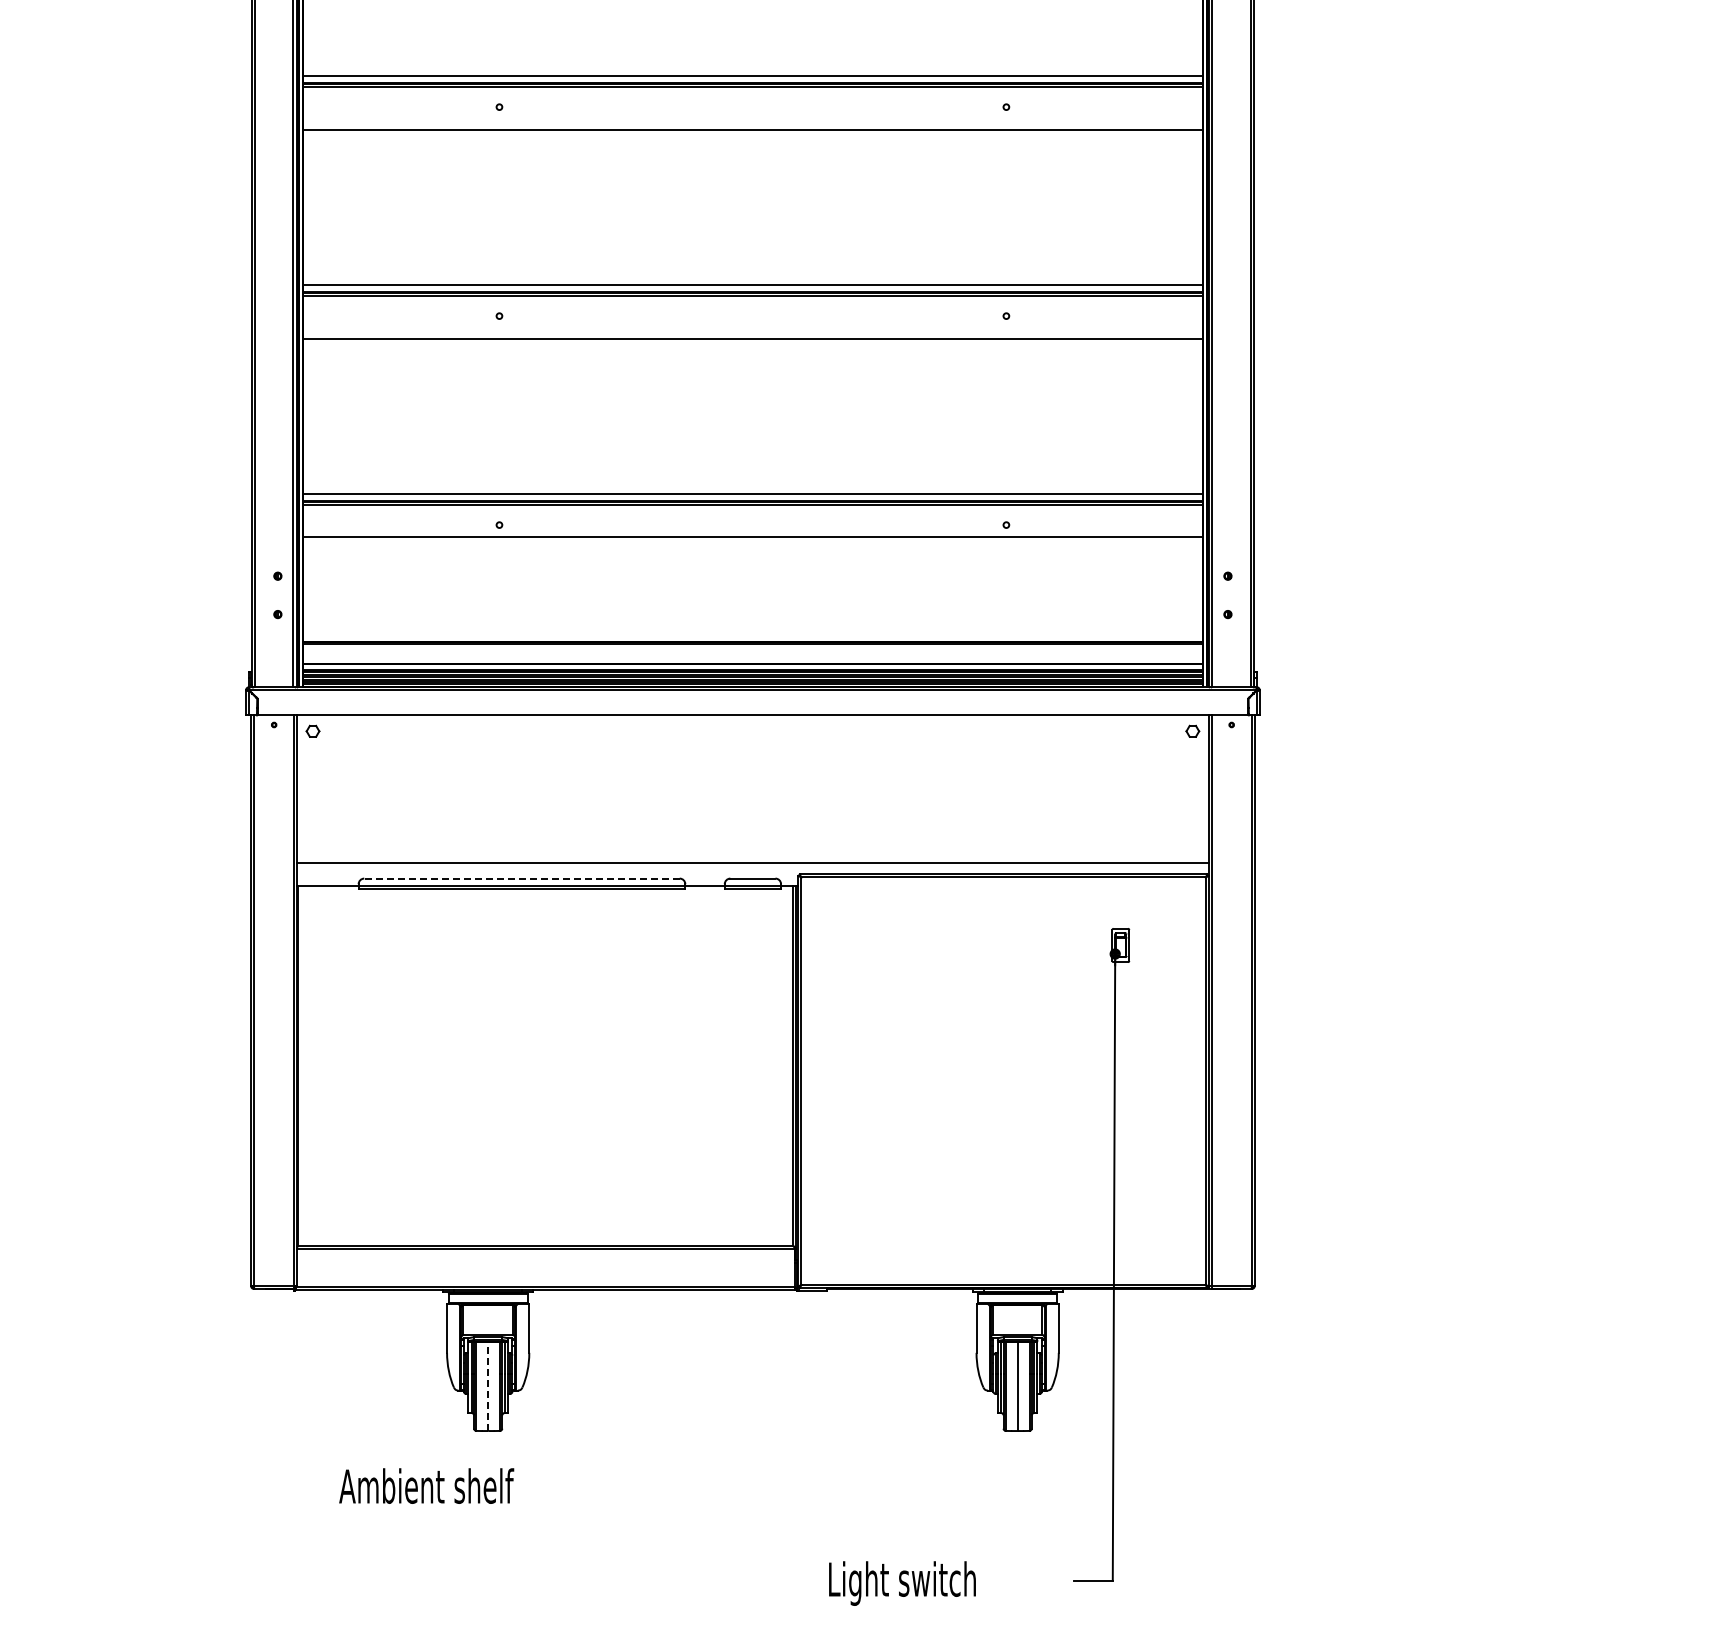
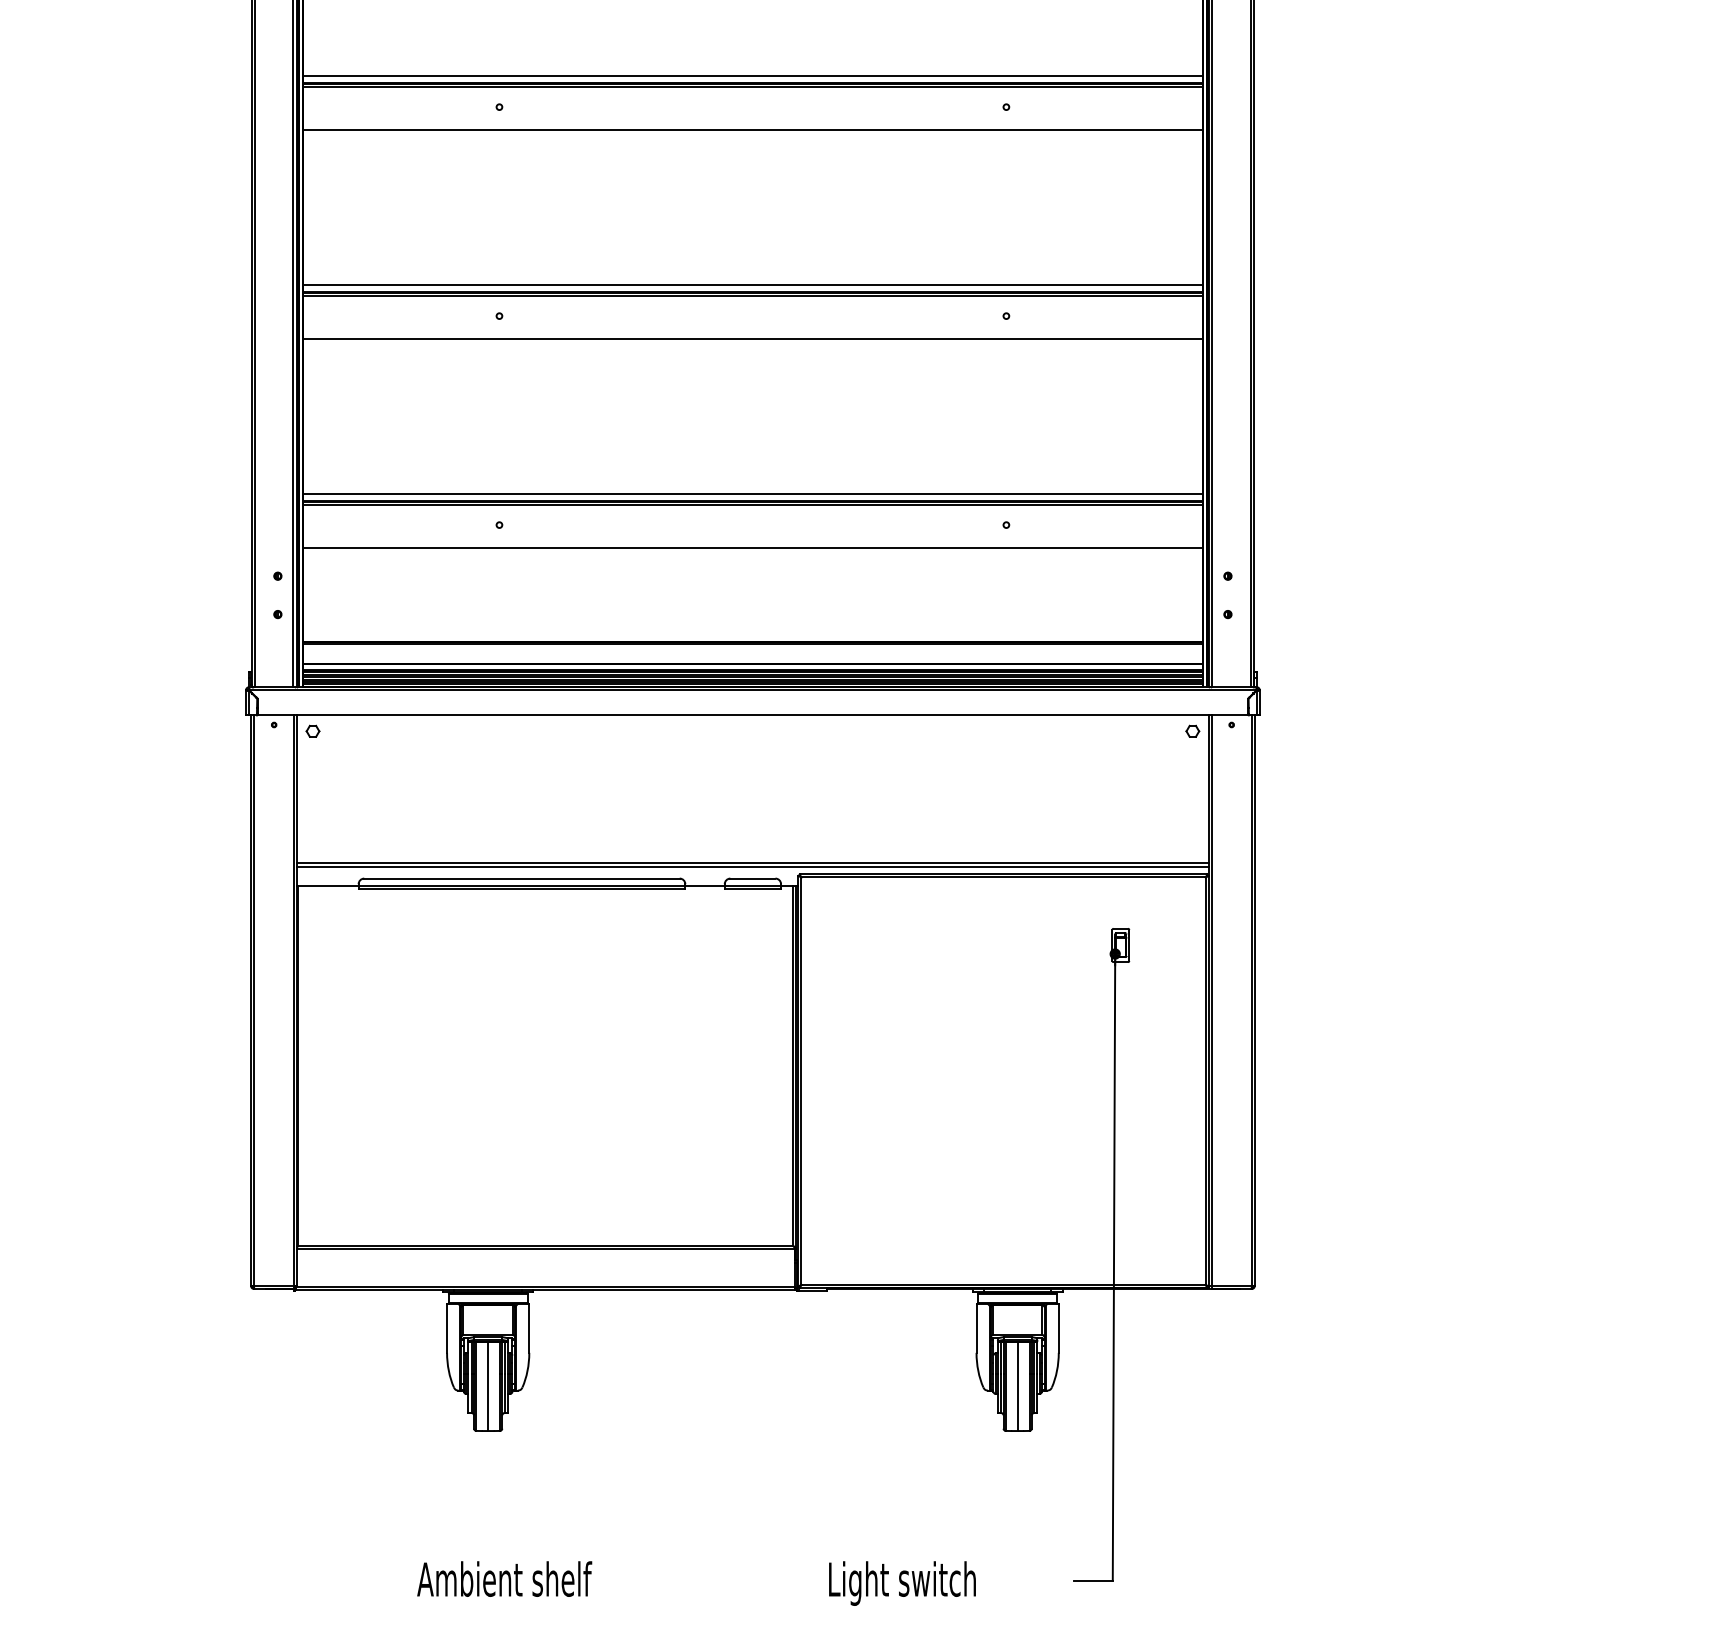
line at (752, 536) position: (752, 536) -> (752, 547)
line at (752, 866): none -> present
line at (521, 878): dashed -> solid
line at (488, 1386): dashed -> solid
text at (426, 1485) position: (426, 1485) -> (504, 1578)
